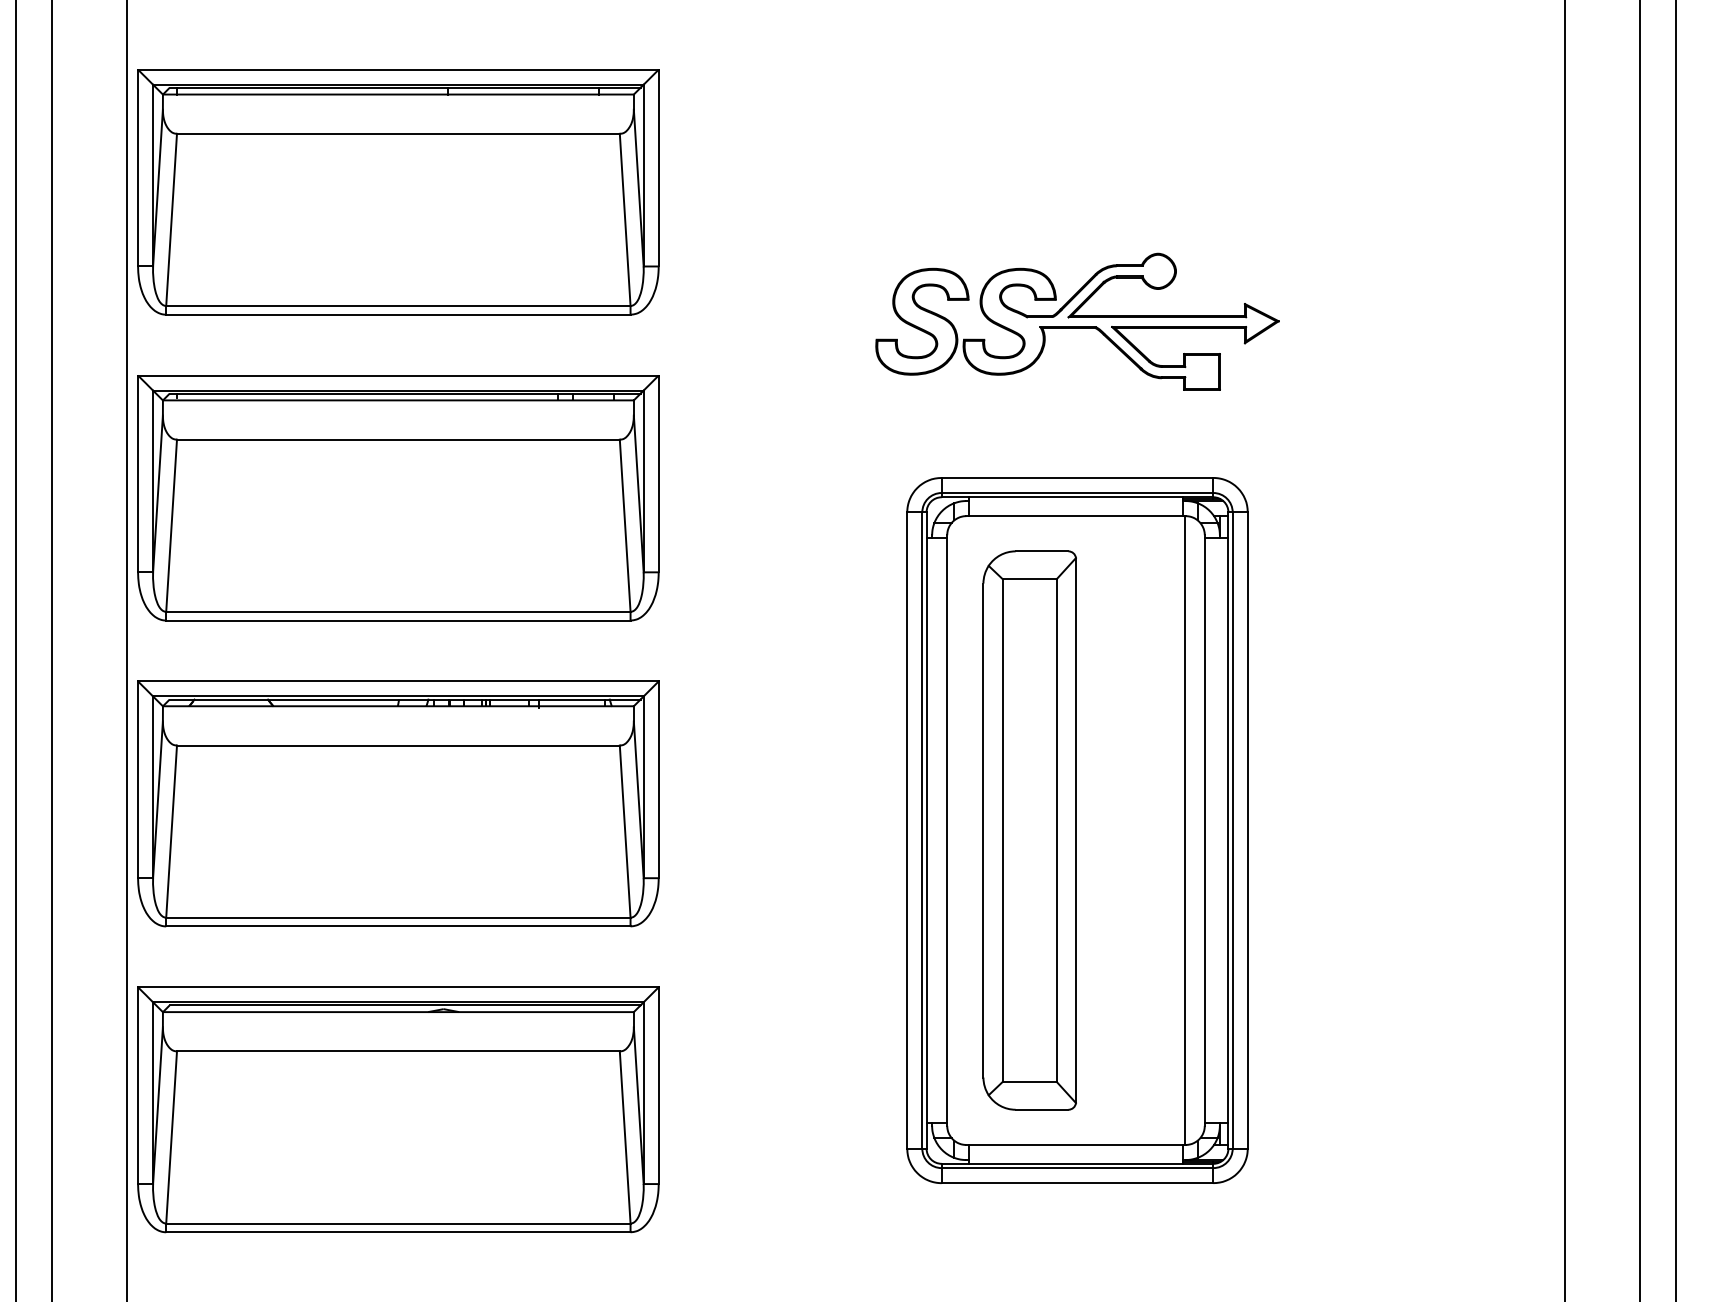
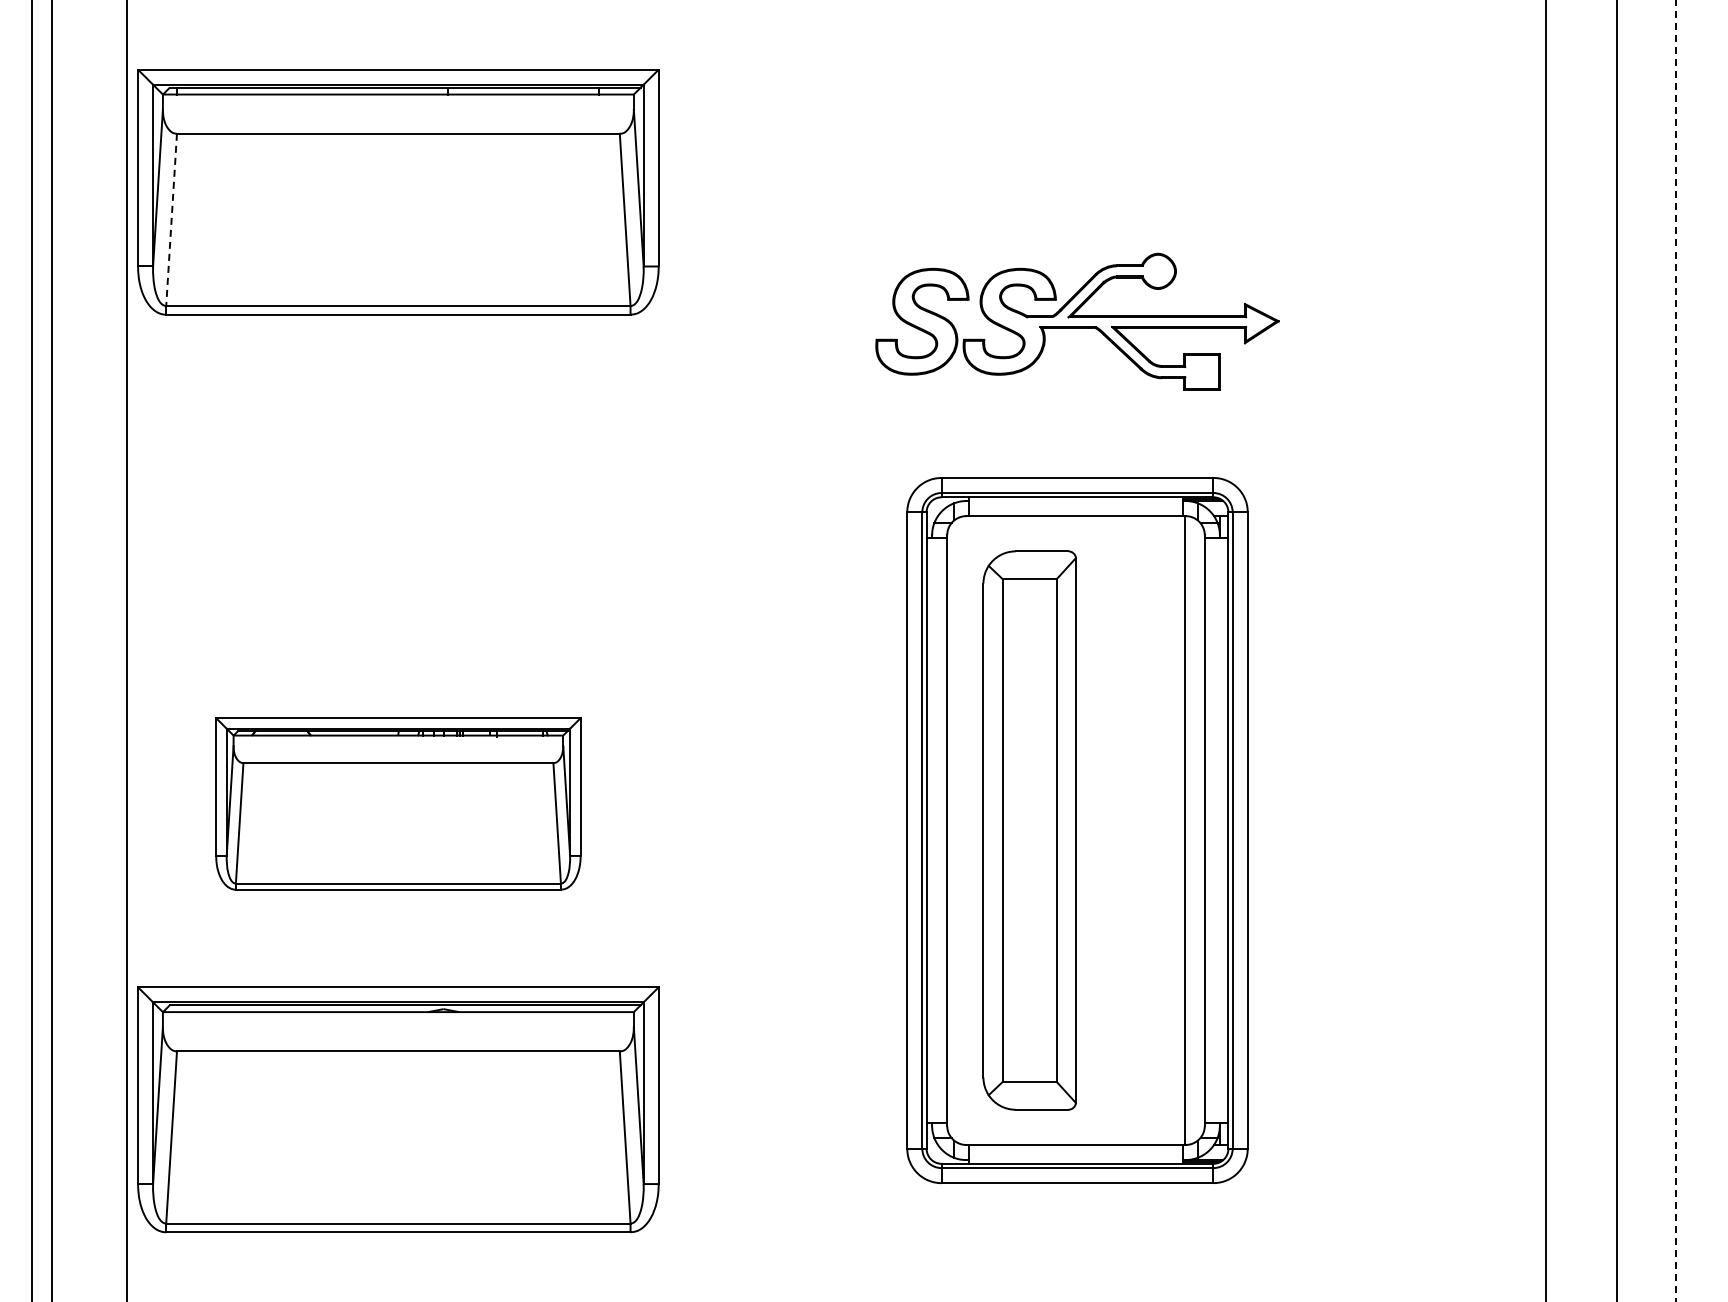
line at (171, 220): solid -> dashed
part at (398, 498): present -> none
line at (16, 650) position: (16, 650) -> (32, 650)
line at (1565, 650) position: (1565, 650) -> (1546, 650)
line at (1640, 650) position: (1640, 650) -> (1617, 650)
line at (1676, 650): solid -> dashed
part at (398, 803) size: 523x248 px -> 367x174 px
